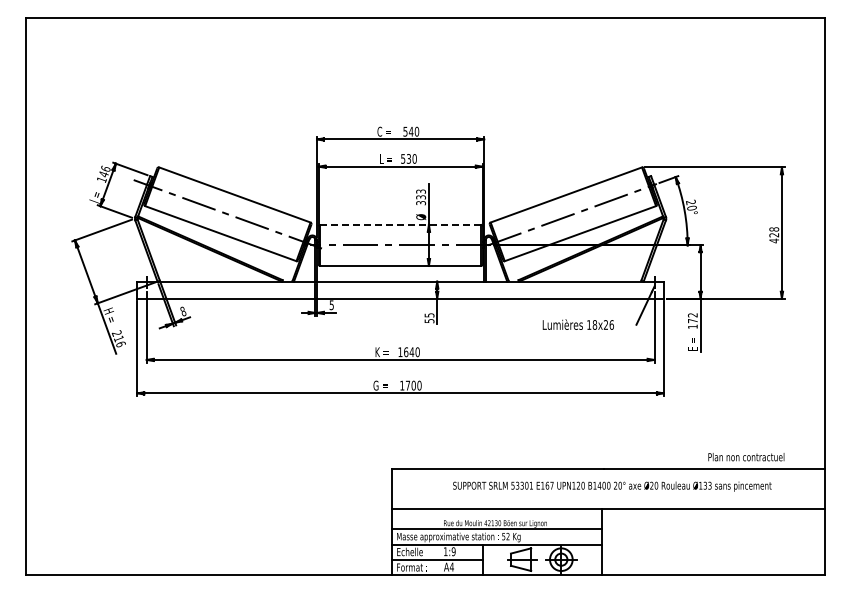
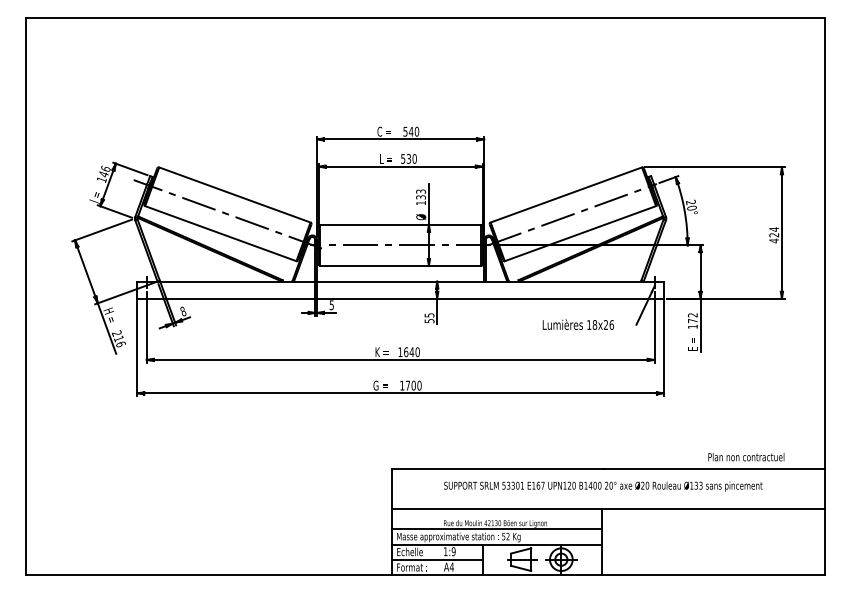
text at (421, 203): 333 -> 133
line at (400, 224): dashed -> solid
text at (774, 229): 428 -> 424
text at (612, 486) position: (612, 486) -> (603, 486)
